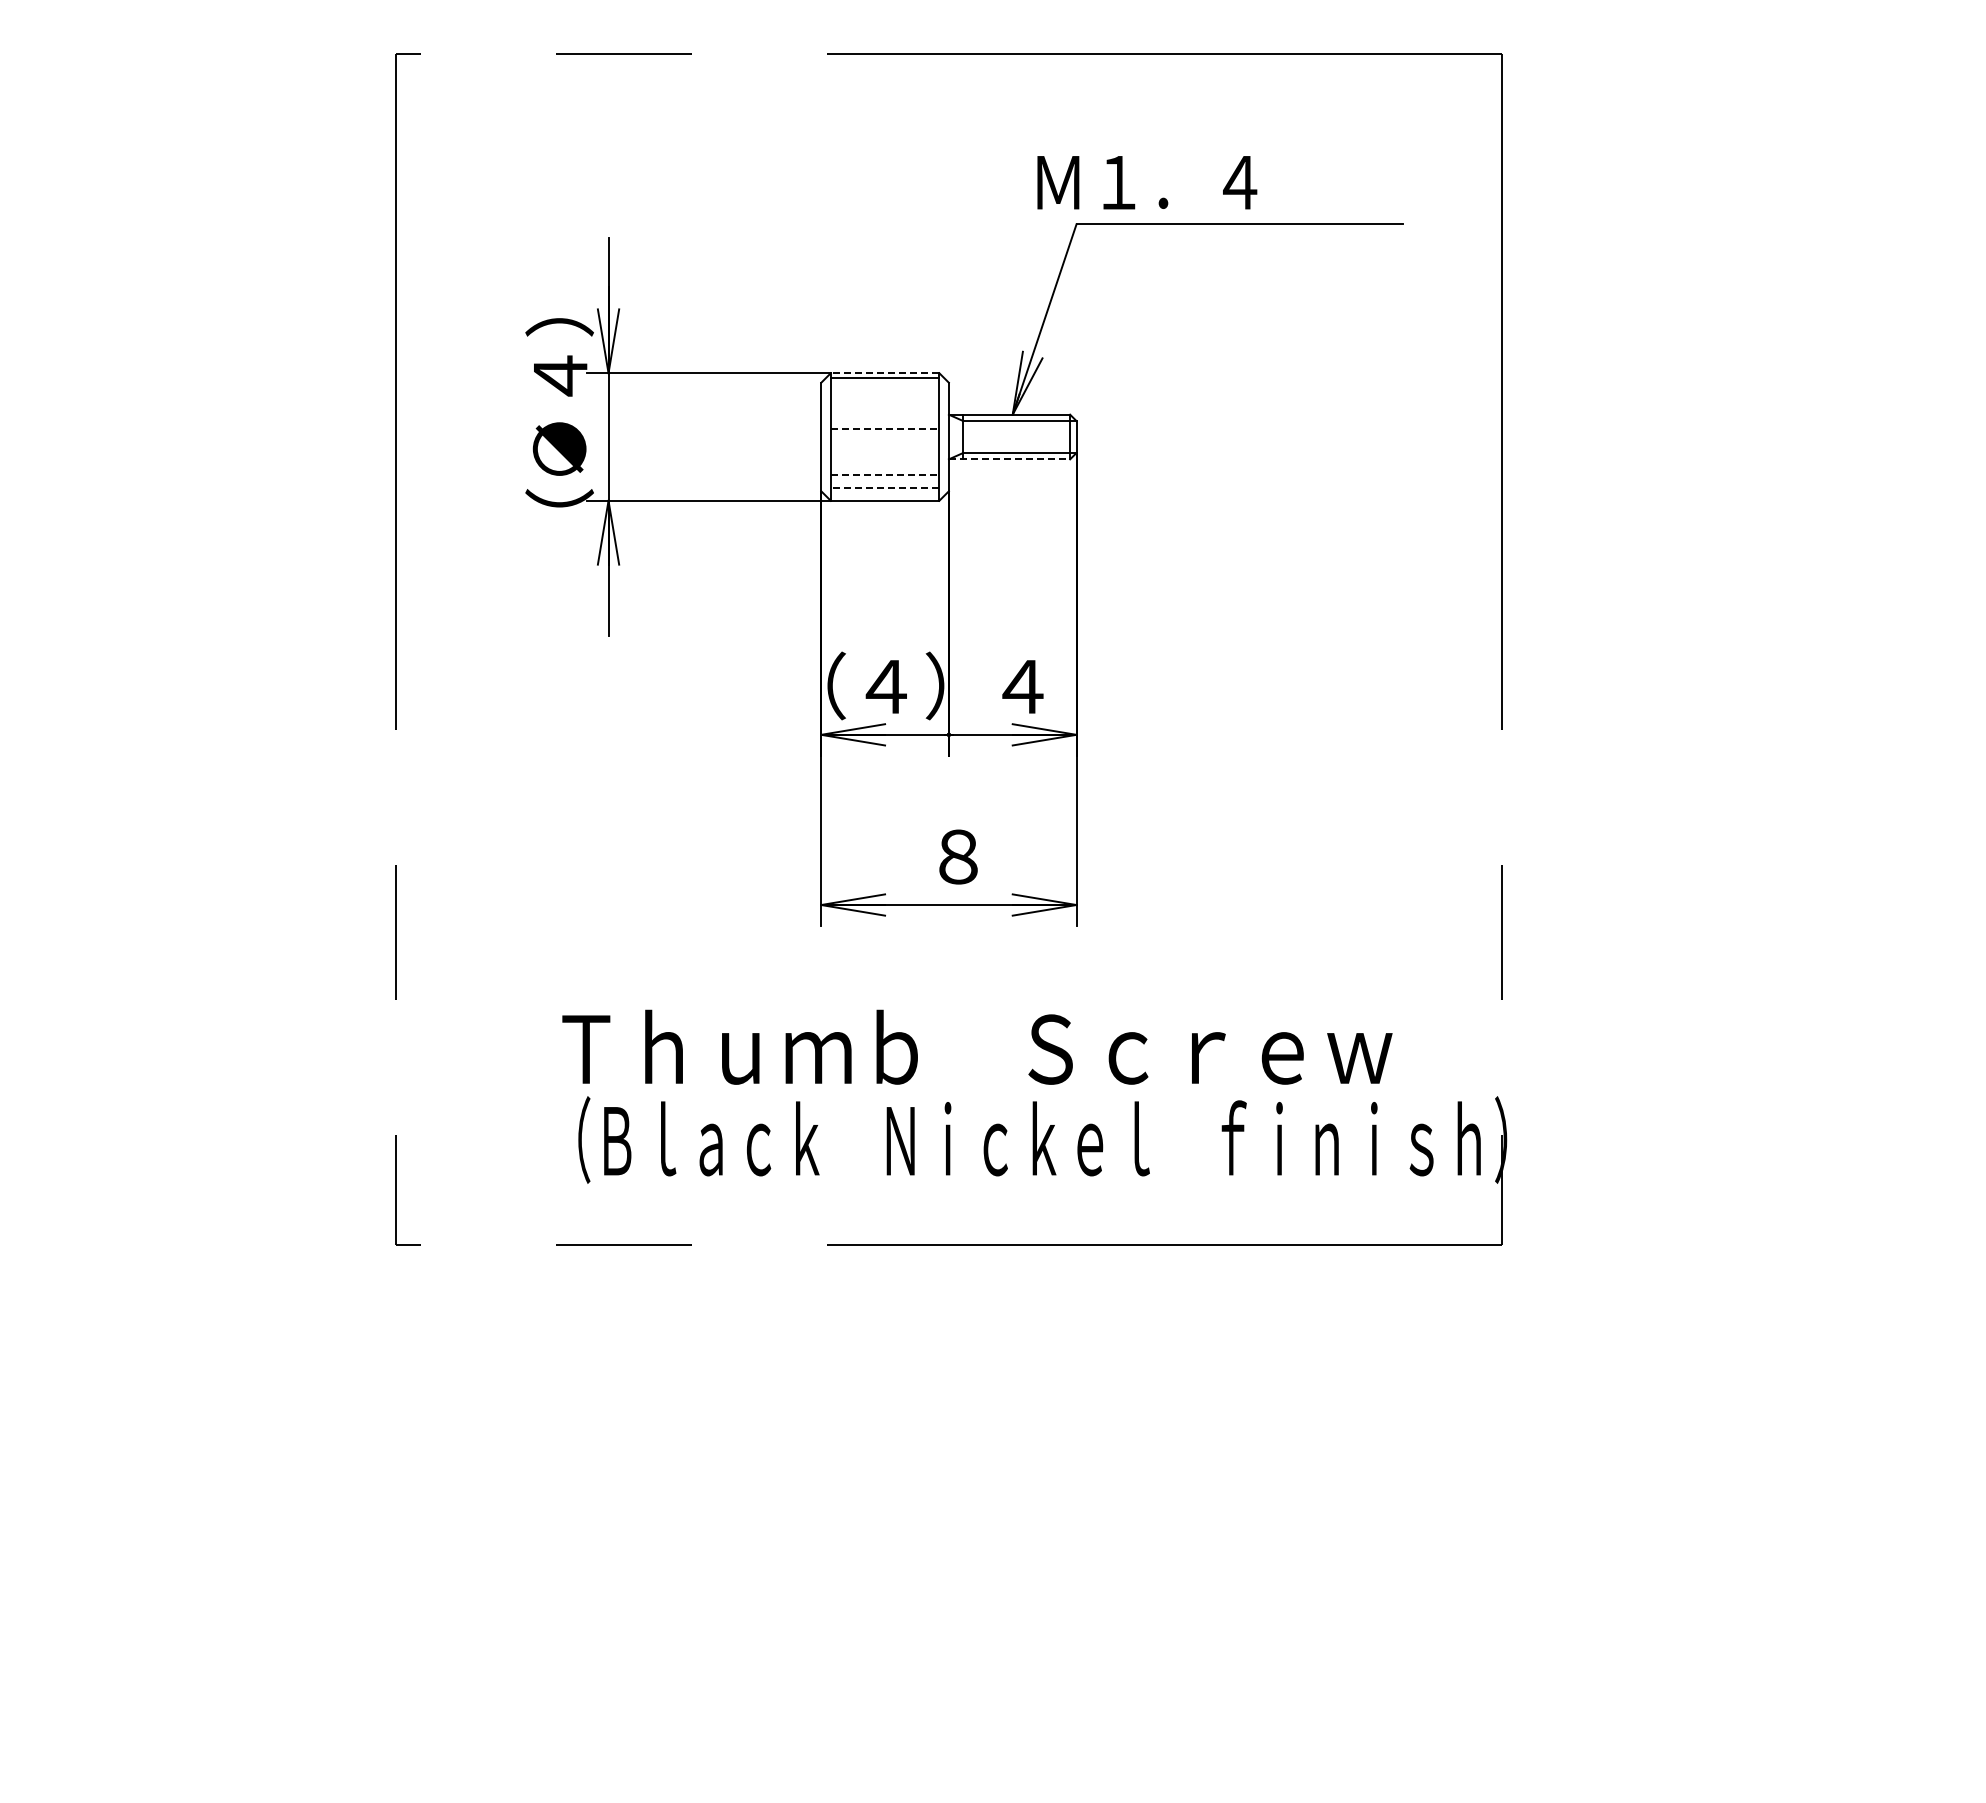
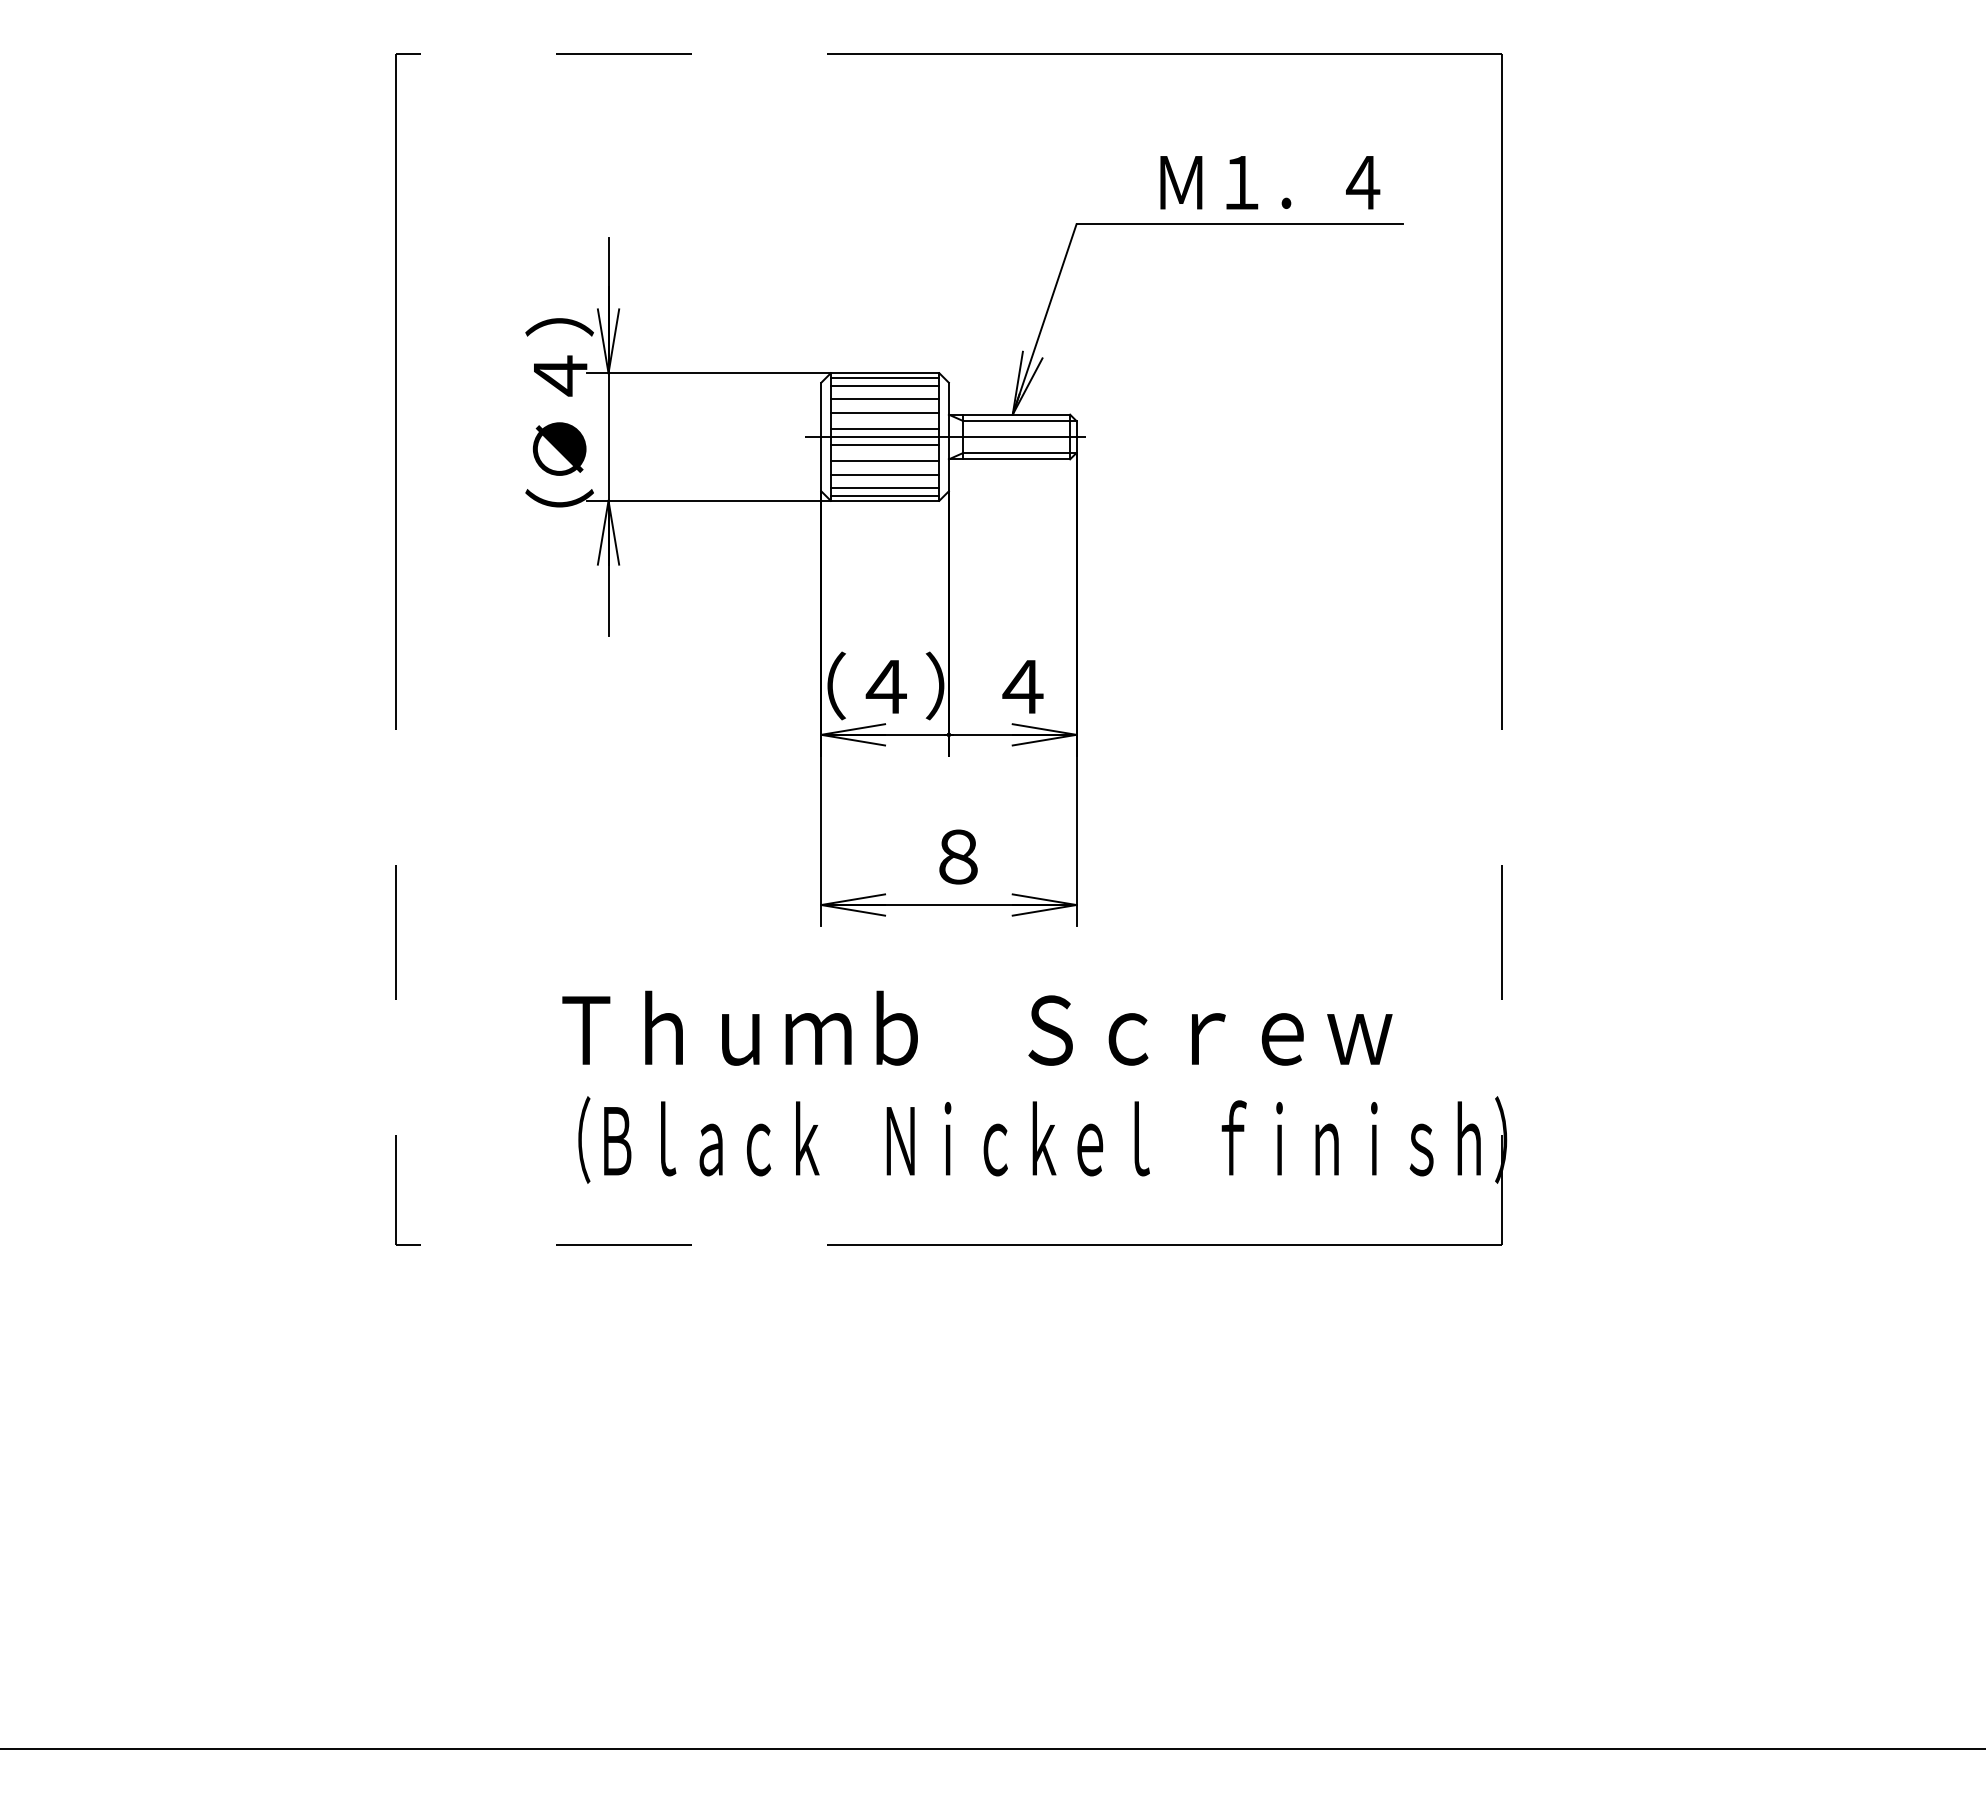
text at (1147, 182) position: (1147, 182) -> (1270, 182)
line at (884, 373): dashed -> solid
line at (884, 385): none -> present
line at (884, 398): none -> present
line at (884, 413): none -> present
line at (885, 429): dashed -> solid
line at (945, 437): none -> present
line at (884, 445): none -> present
line at (1009, 459): dashed -> solid
line at (884, 460): none -> present
line at (885, 475): dashed -> solid
line at (884, 488): dashed -> solid
line at (884, 496): none -> present
text at (977, 1046) position: (977, 1046) -> (977, 1027)
line at (992, 1748): none -> present
